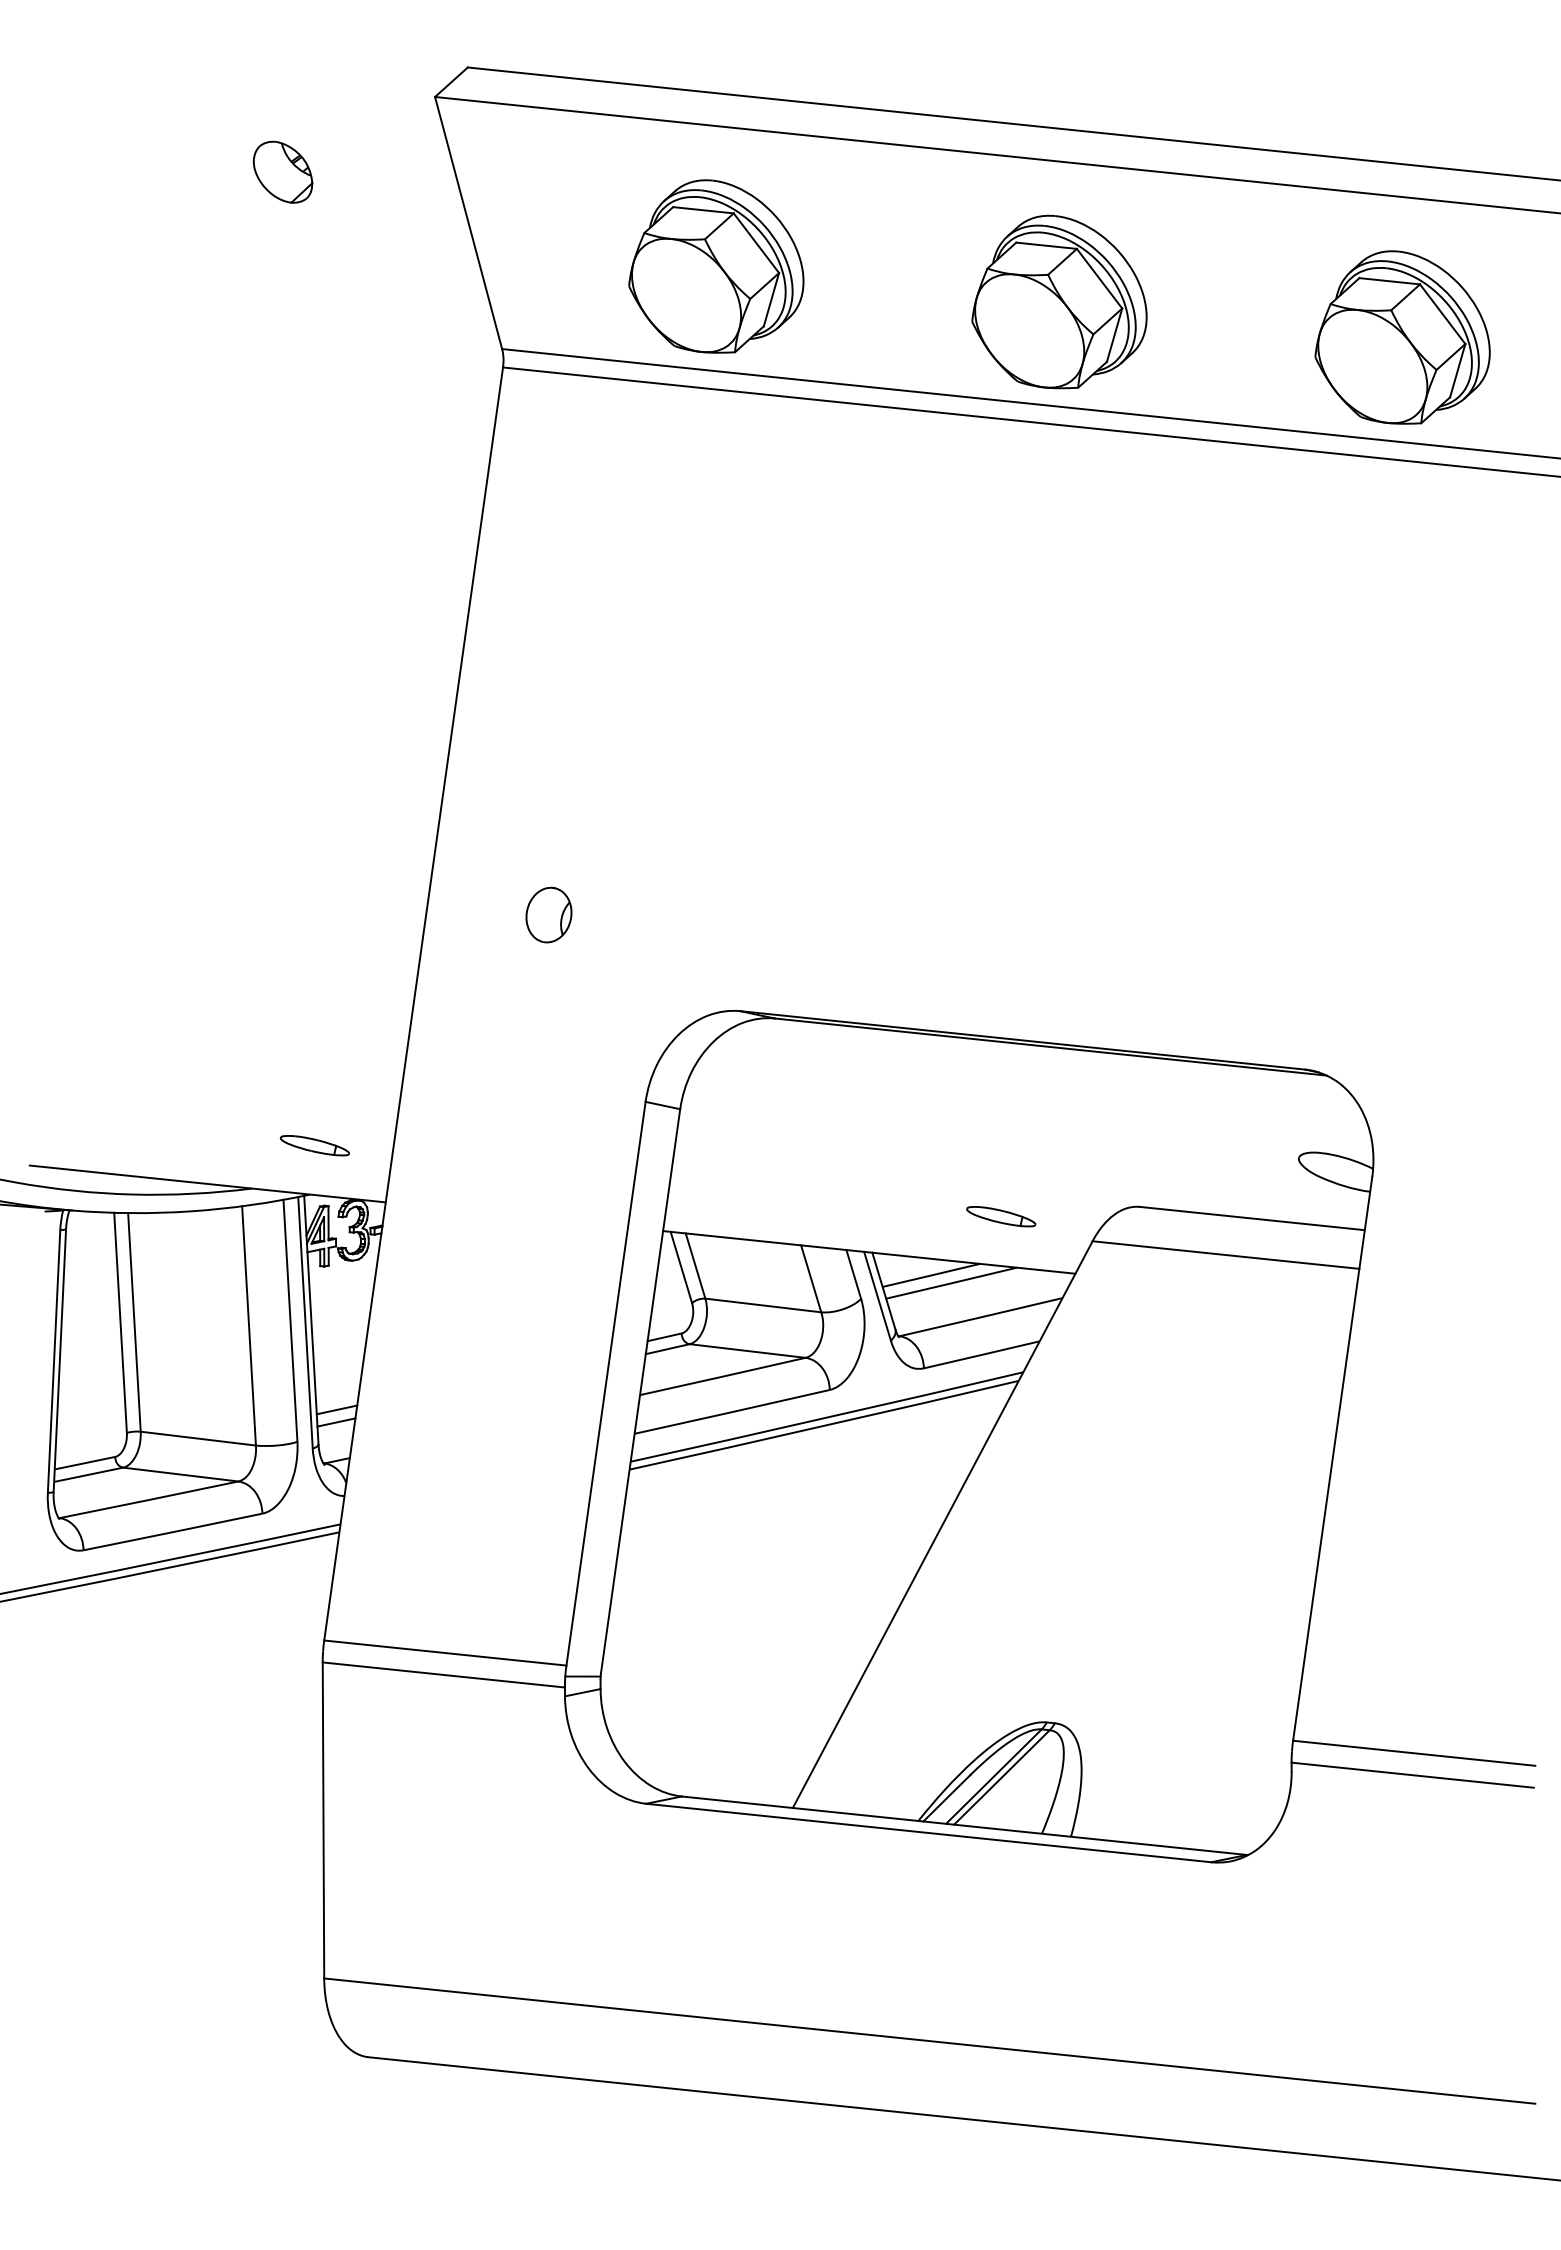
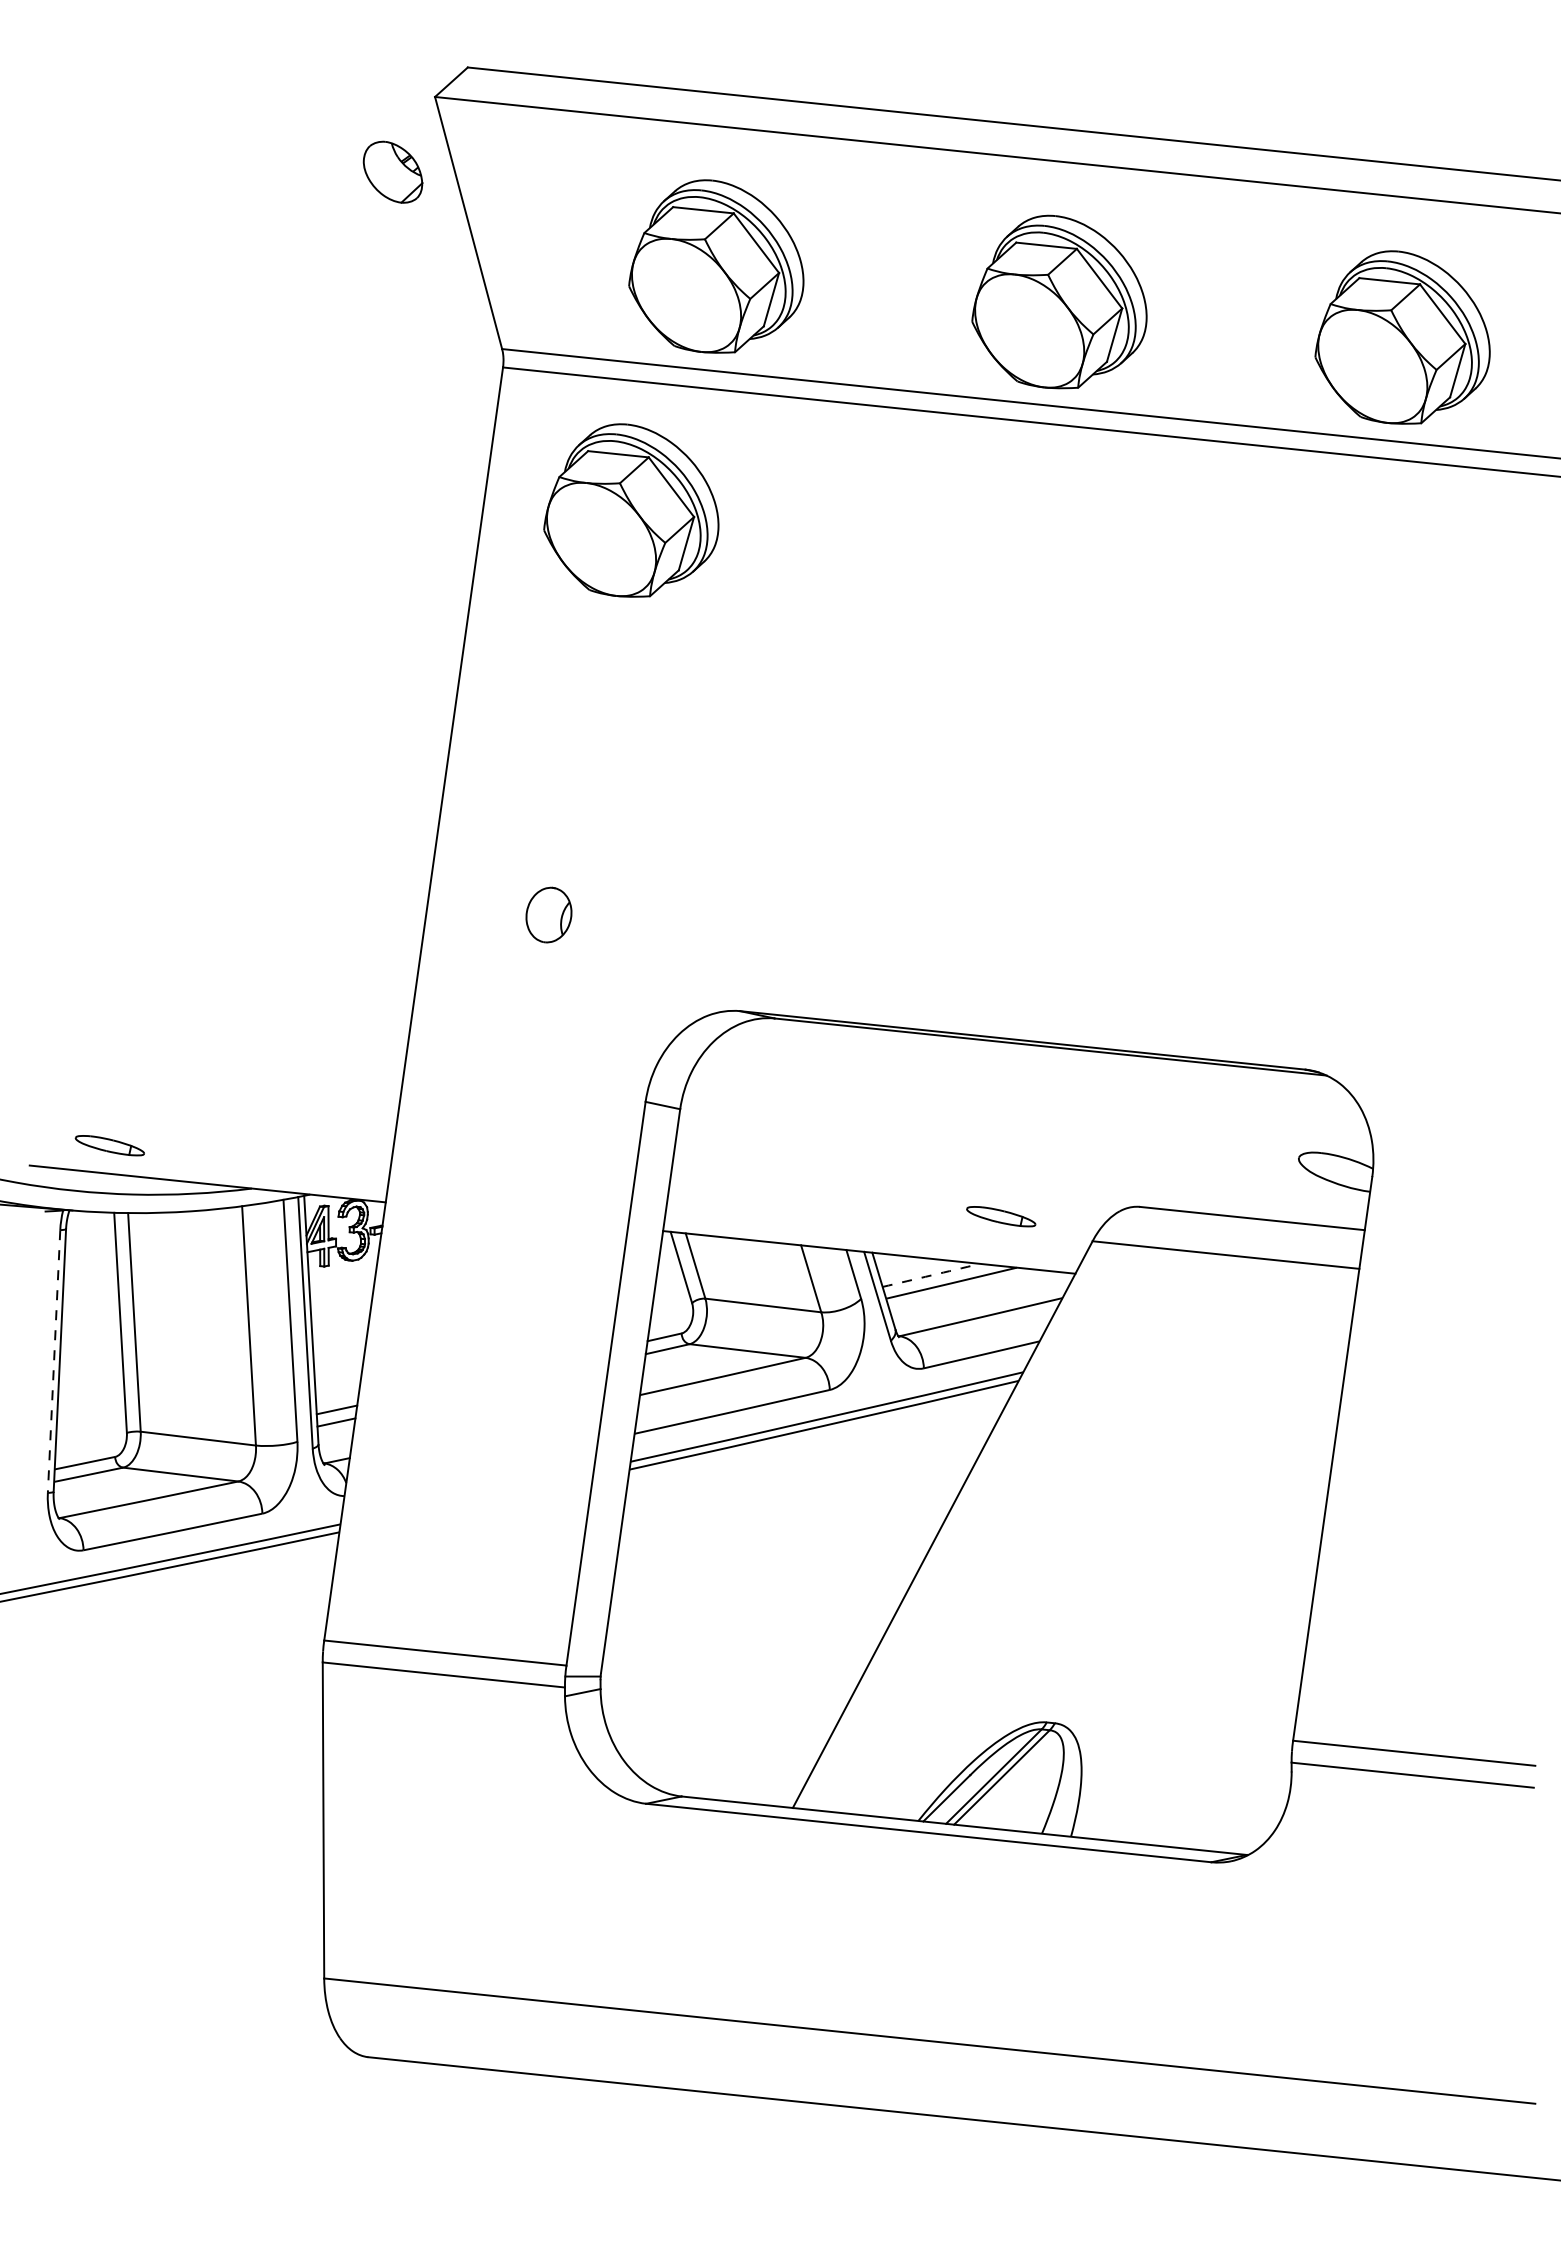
part at (282, 171) position: (282, 171) -> (392, 171)
part at (631, 510): none -> present
part at (314, 1145) position: (314, 1145) -> (109, 1145)
arc at (931, 1275): solid -> dashed
line at (54, 1361): solid -> dashed
